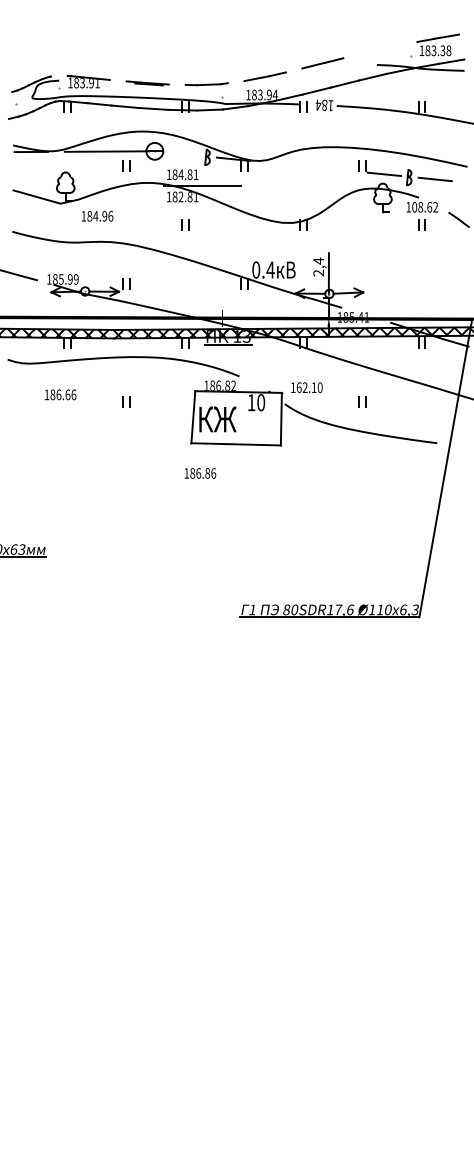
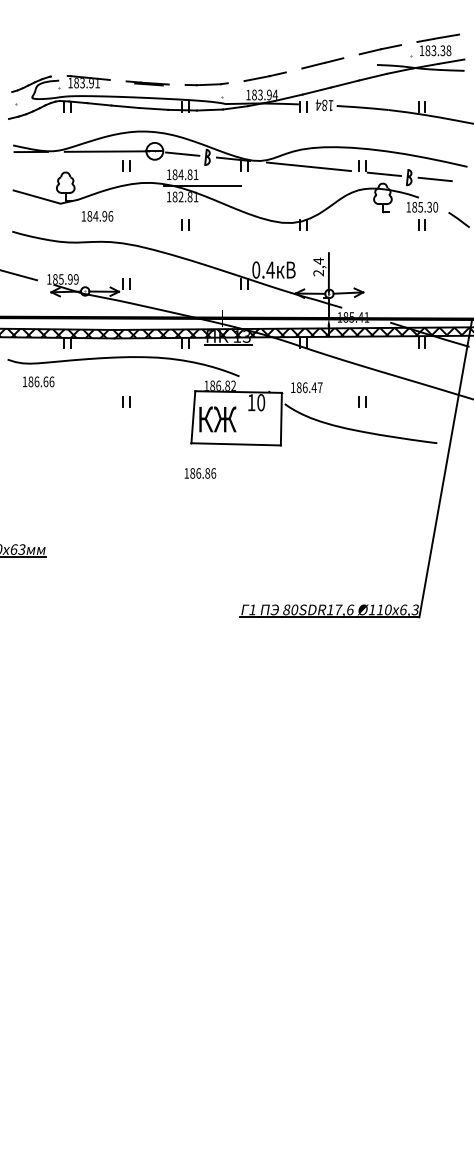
line at (379, 49): none -> present
line at (182, 153): none -> present
line at (308, 166): none -> present
text at (425, 206): 108.62 -> 185.30
text at (309, 387): 162.10 -> 186.47
text at (60, 394) position: (60, 394) -> (38, 381)
